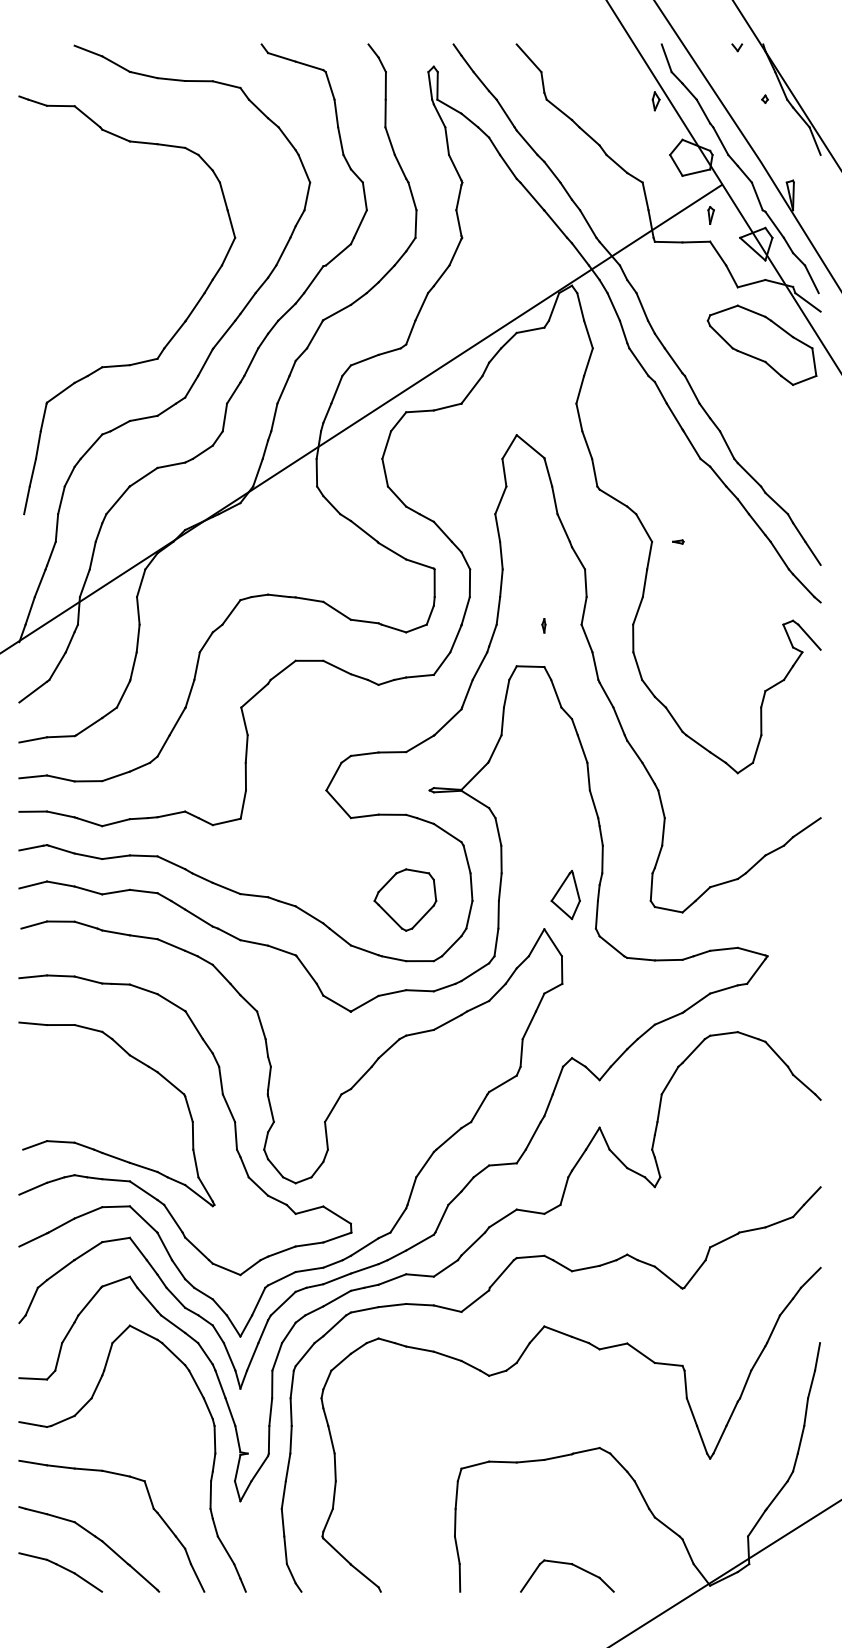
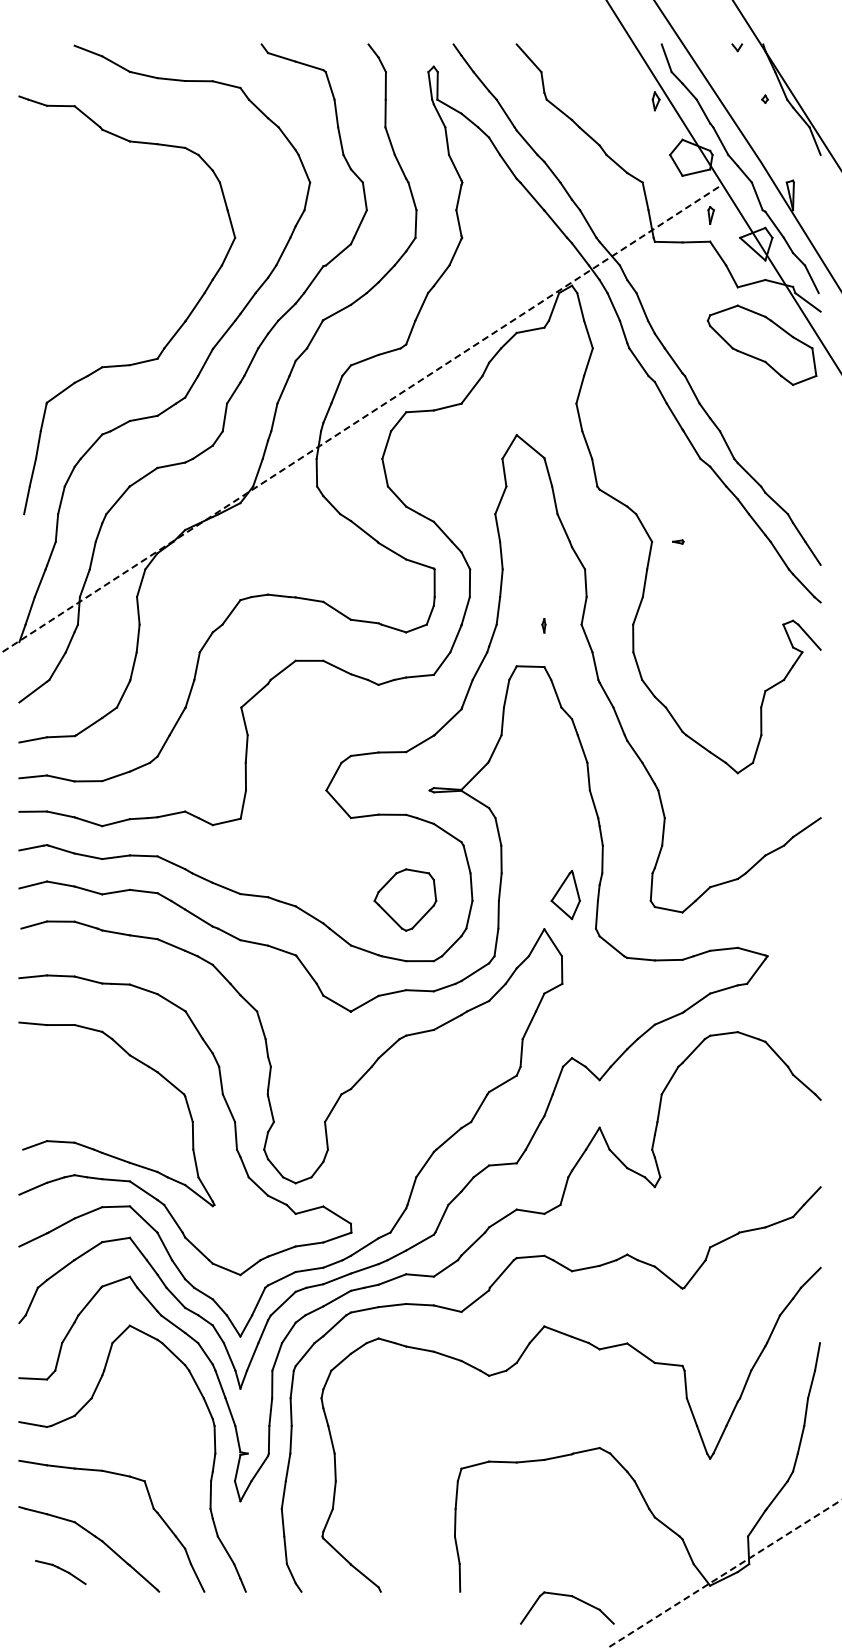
line at (361, 418): solid -> dashed
part at (571, 1565) position: (571, 1565) -> (571, 1597)
part at (60, 1572) size: 86x41 px -> 52x26 px
line at (725, 1573): solid -> dashed
